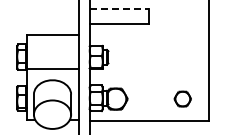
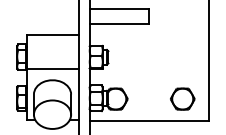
line at (119, 8): dashed -> solid
part at (182, 98) size: 19x18 px -> 26x24 px
